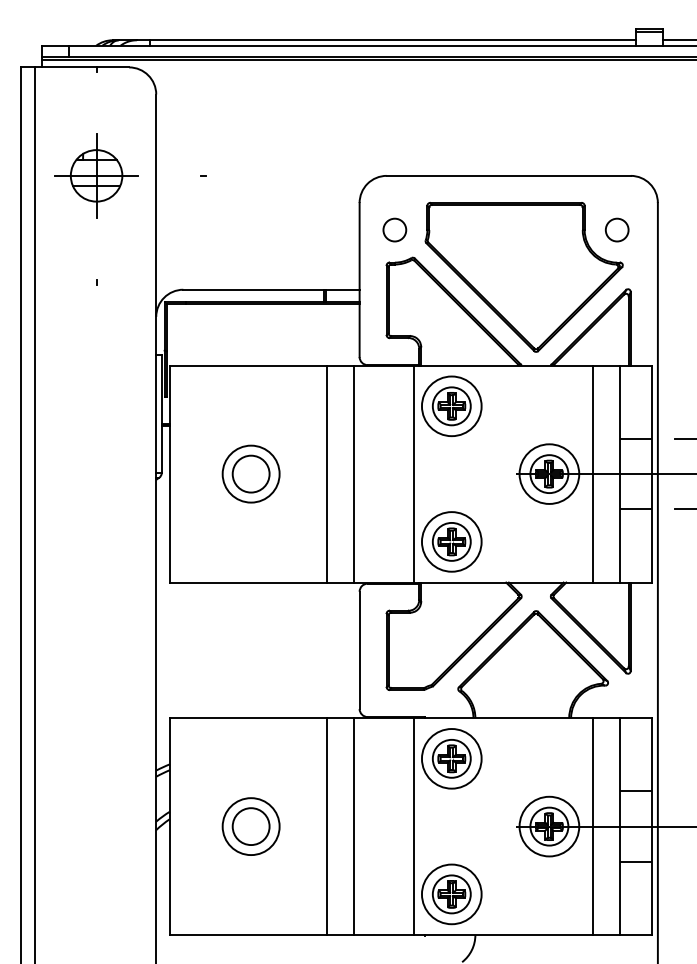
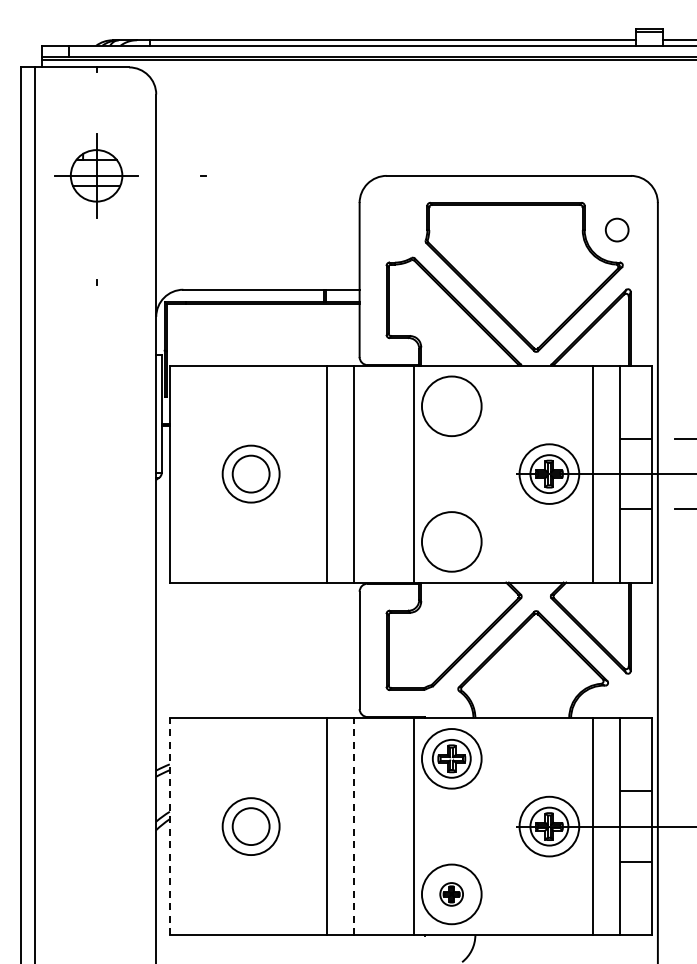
circle at (394, 229): present -> none
part at (451, 406): present -> none
part at (451, 541): present -> none
line at (169, 826): solid -> dashed
line at (354, 826): solid -> dashed
part at (451, 894) size: 41x41 px -> 25x25 px
